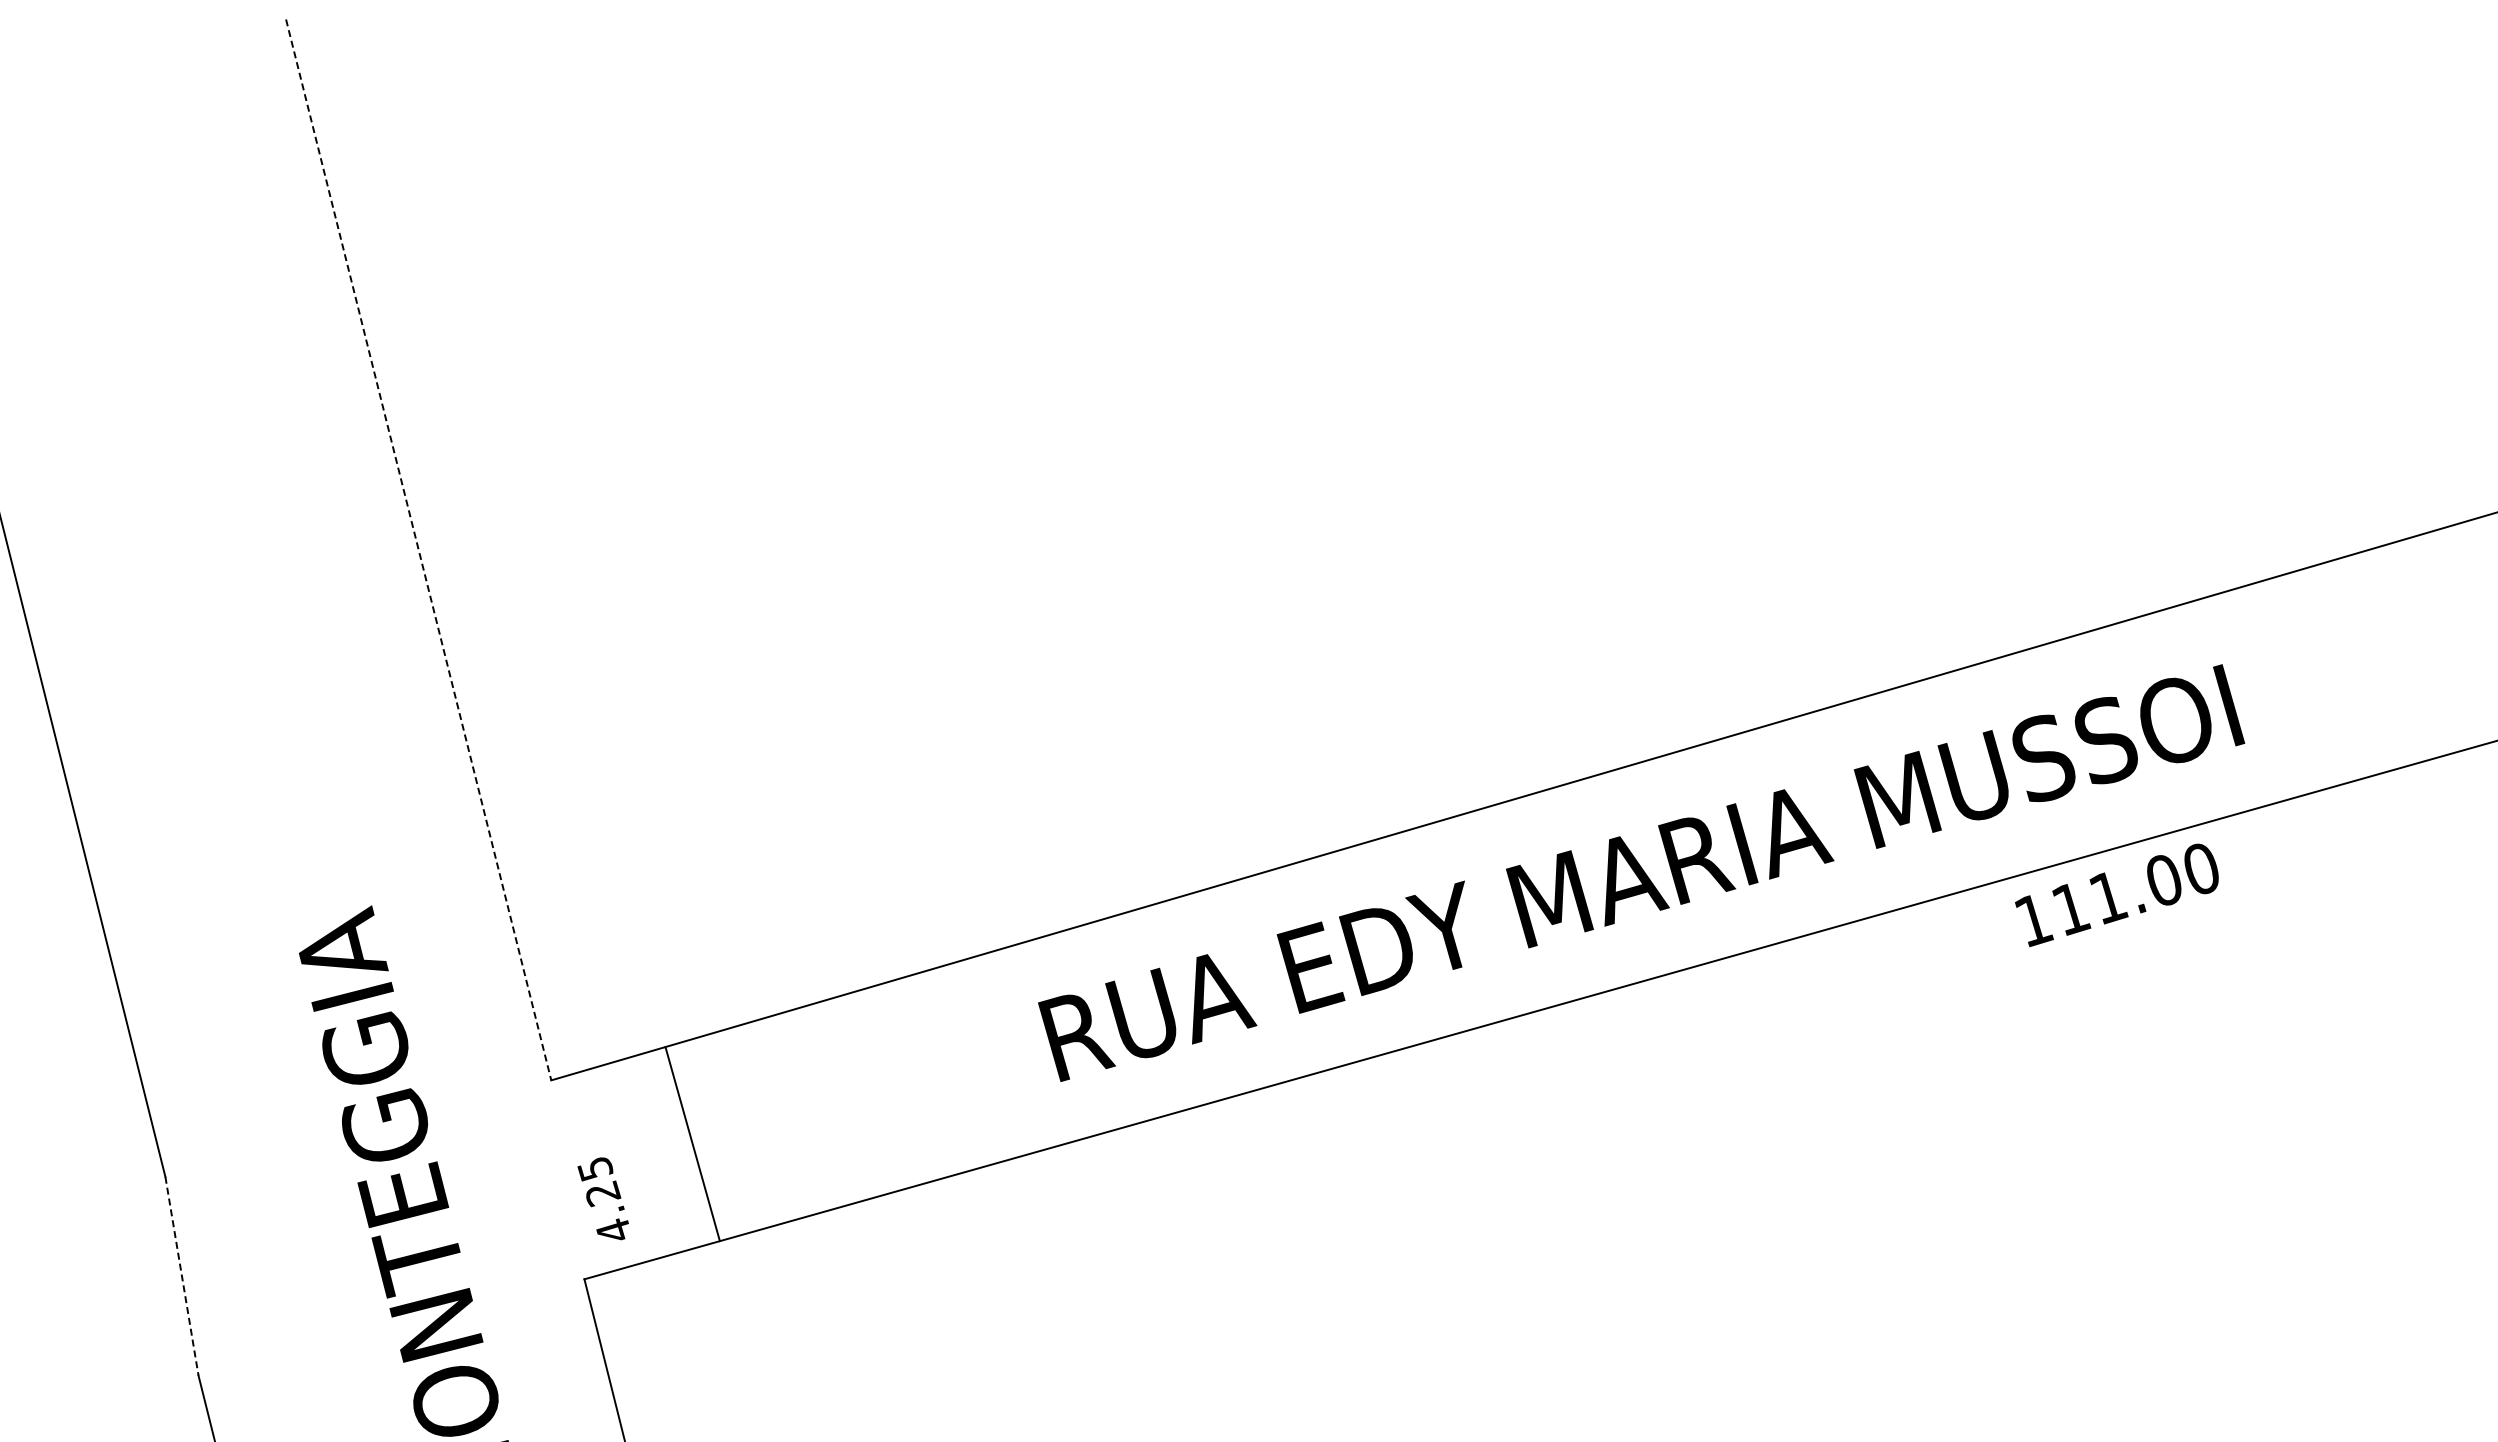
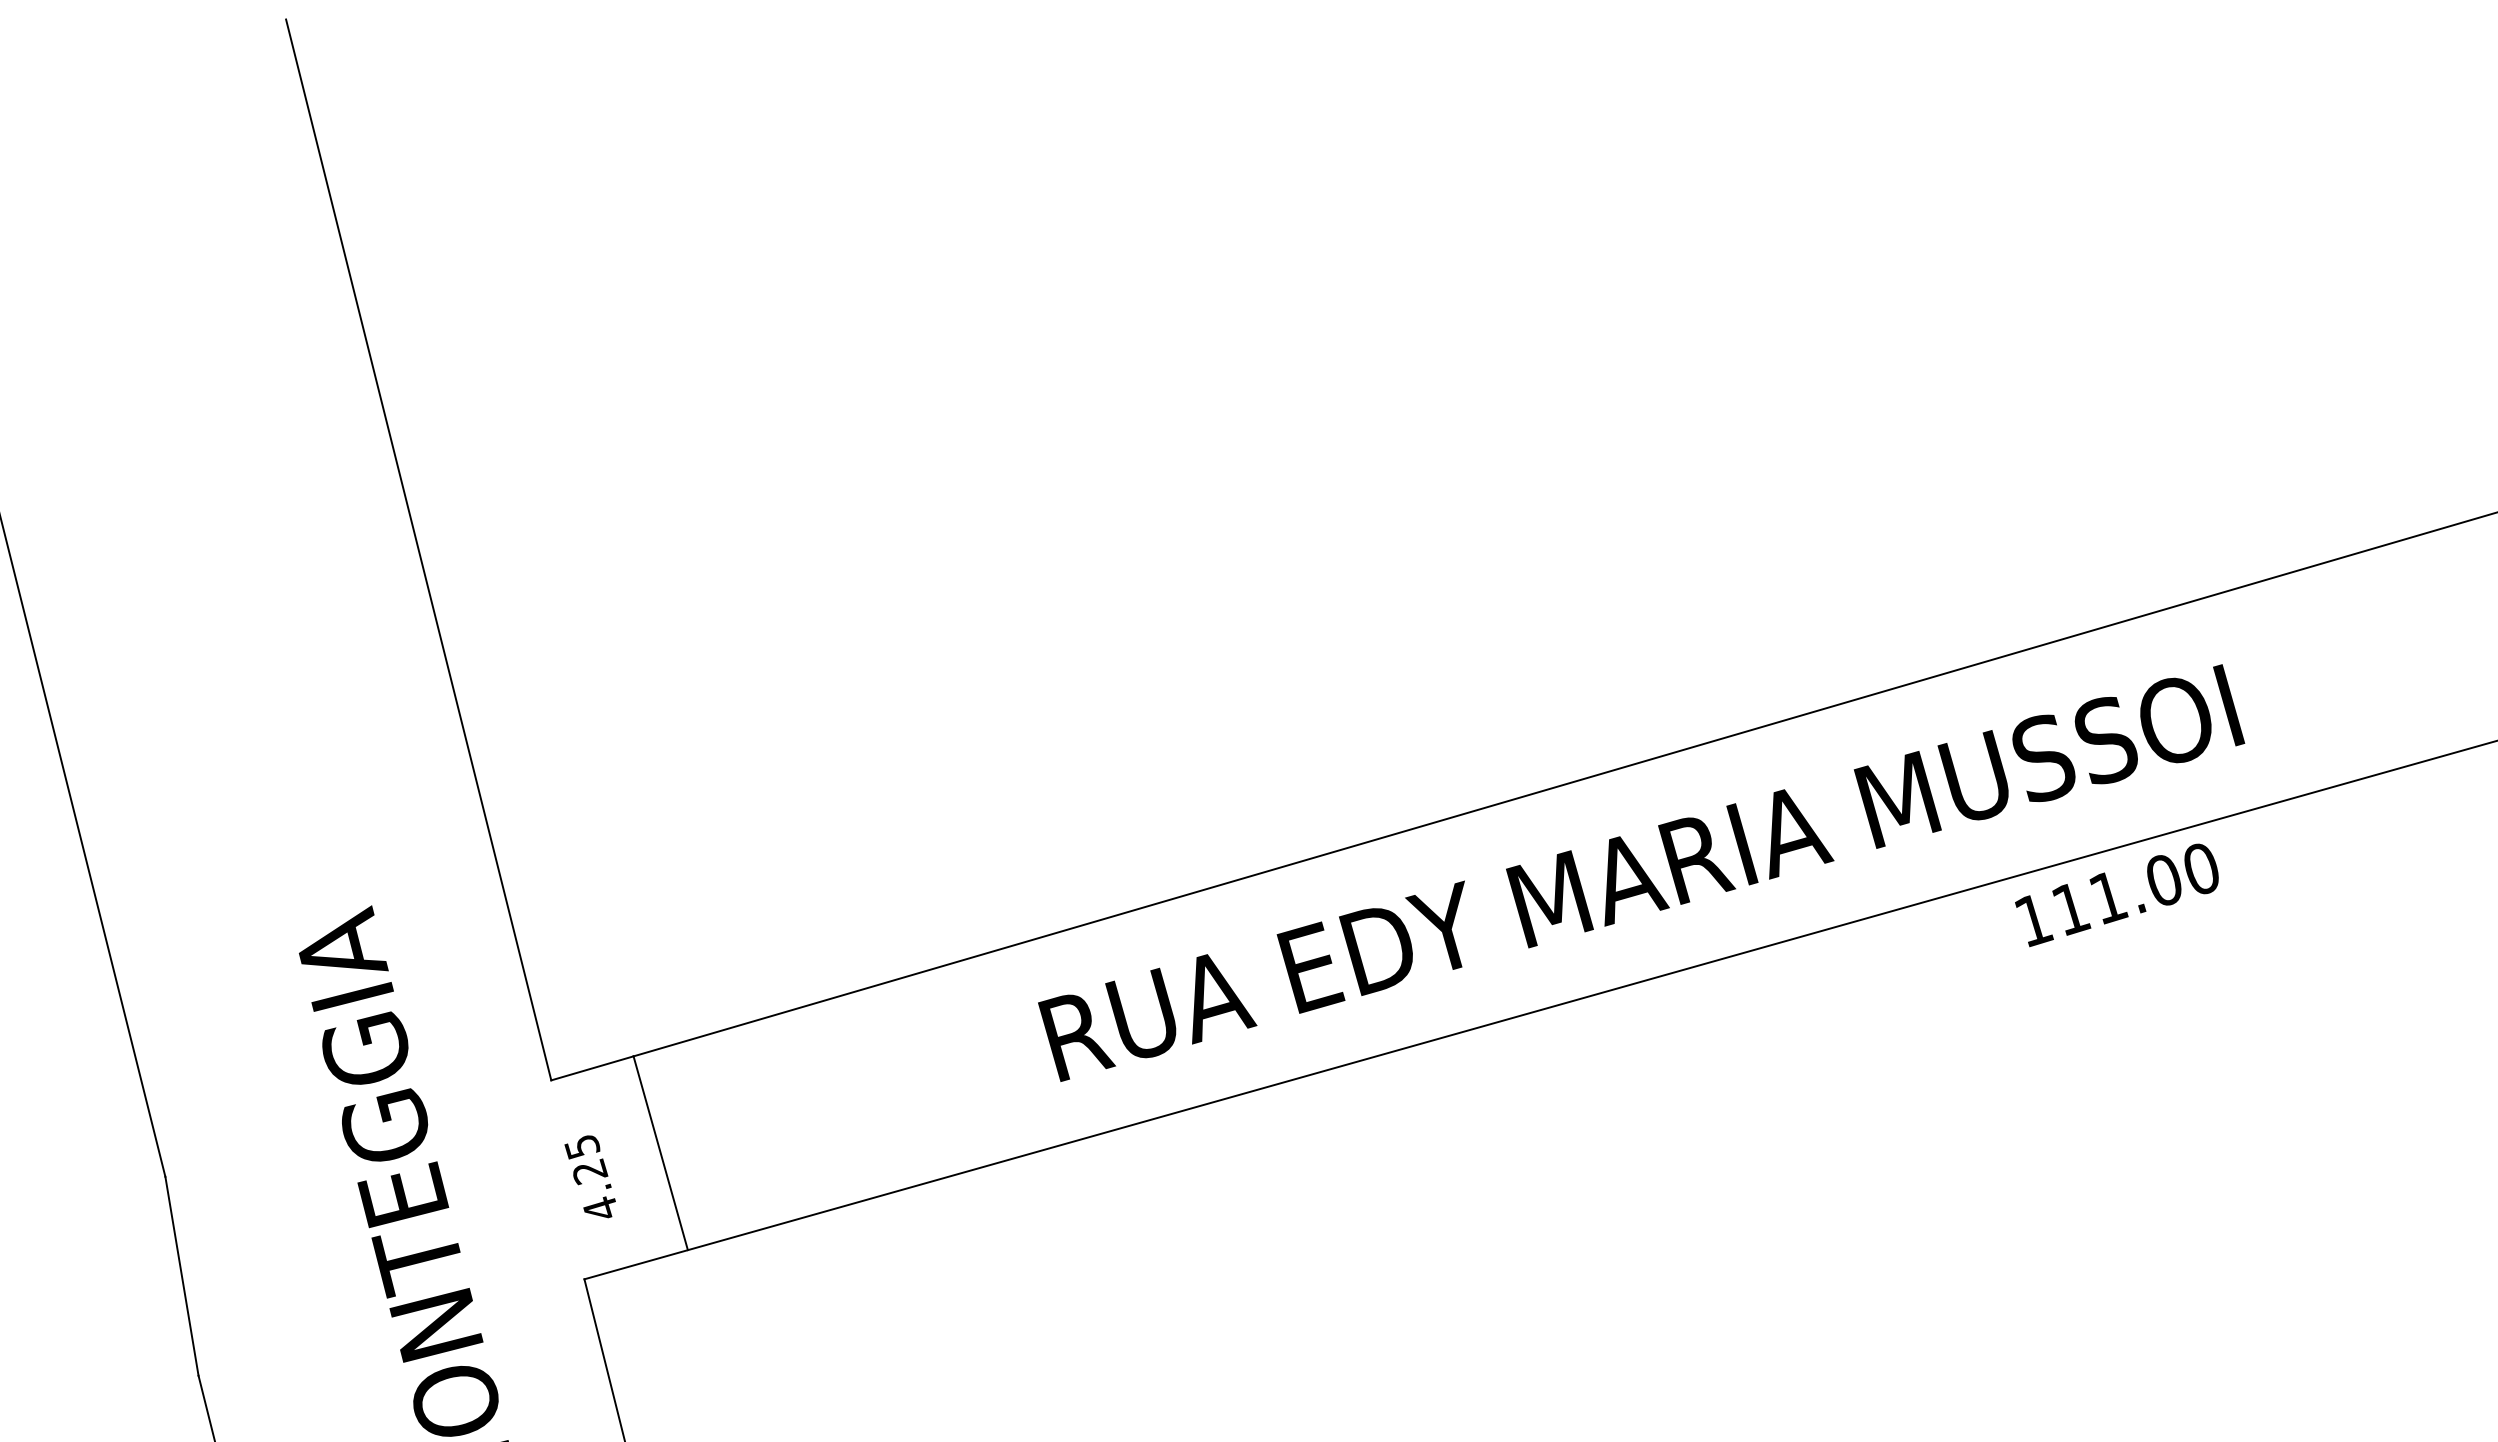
line at (418, 549): dashed -> solid
line at (692, 1144) position: (692, 1144) -> (660, 1153)
text at (602, 1198) position: (602, 1198) -> (589, 1176)
line at (181, 1276): dashed -> solid
